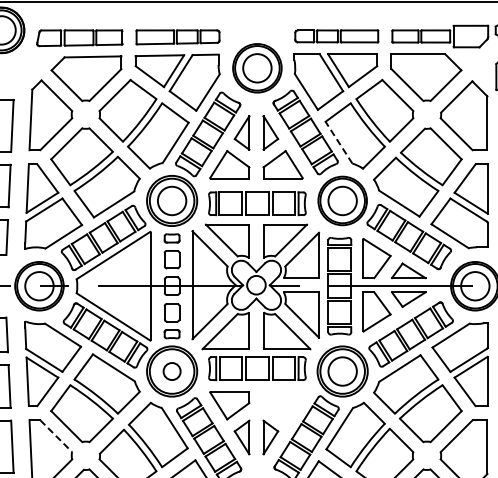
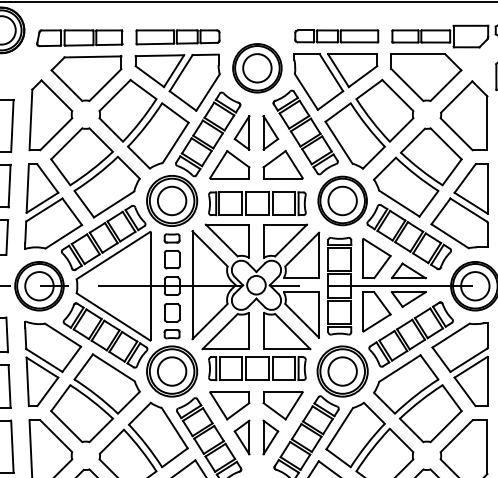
line at (339, 142): dashed -> solid
circle at (171, 371) diameter: 17 px -> 28 px
part at (282, 405): none -> present
line at (56, 436): dashed -> solid
